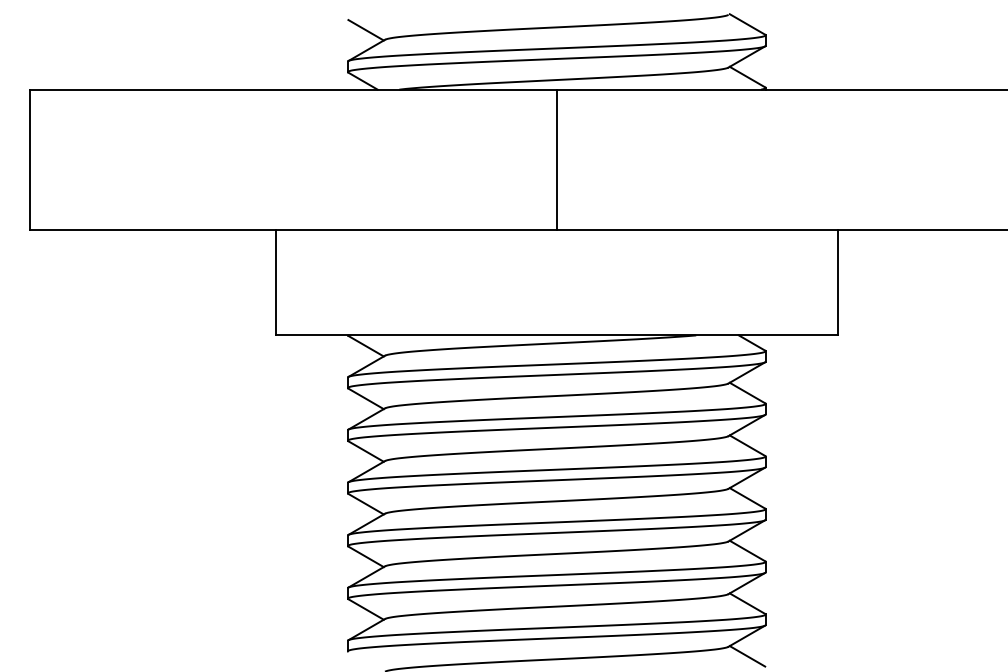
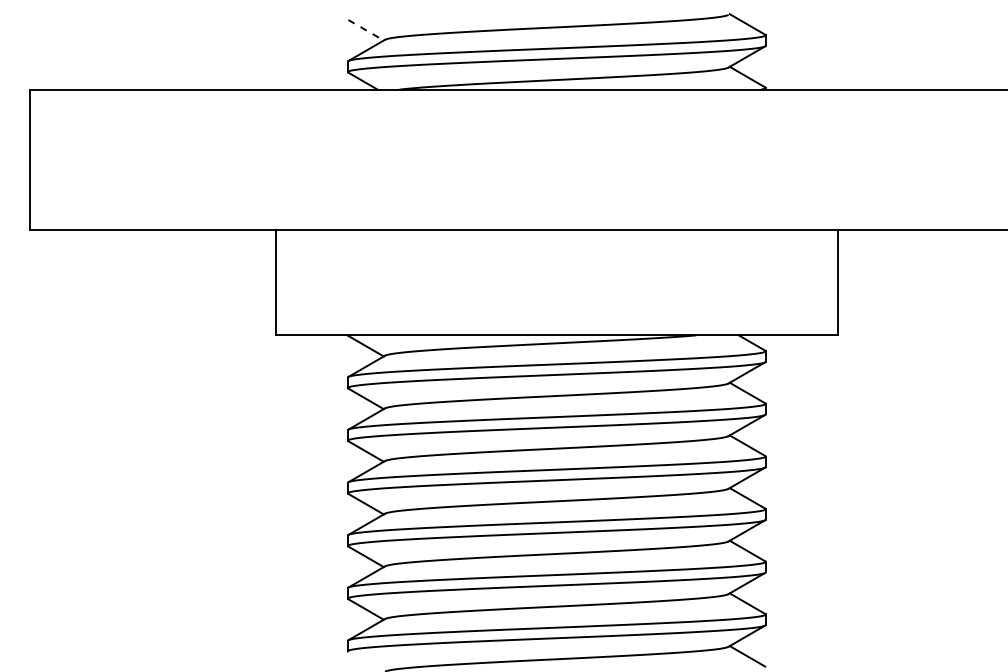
line at (366, 30): solid -> dashed
line at (556, 159): present -> none
